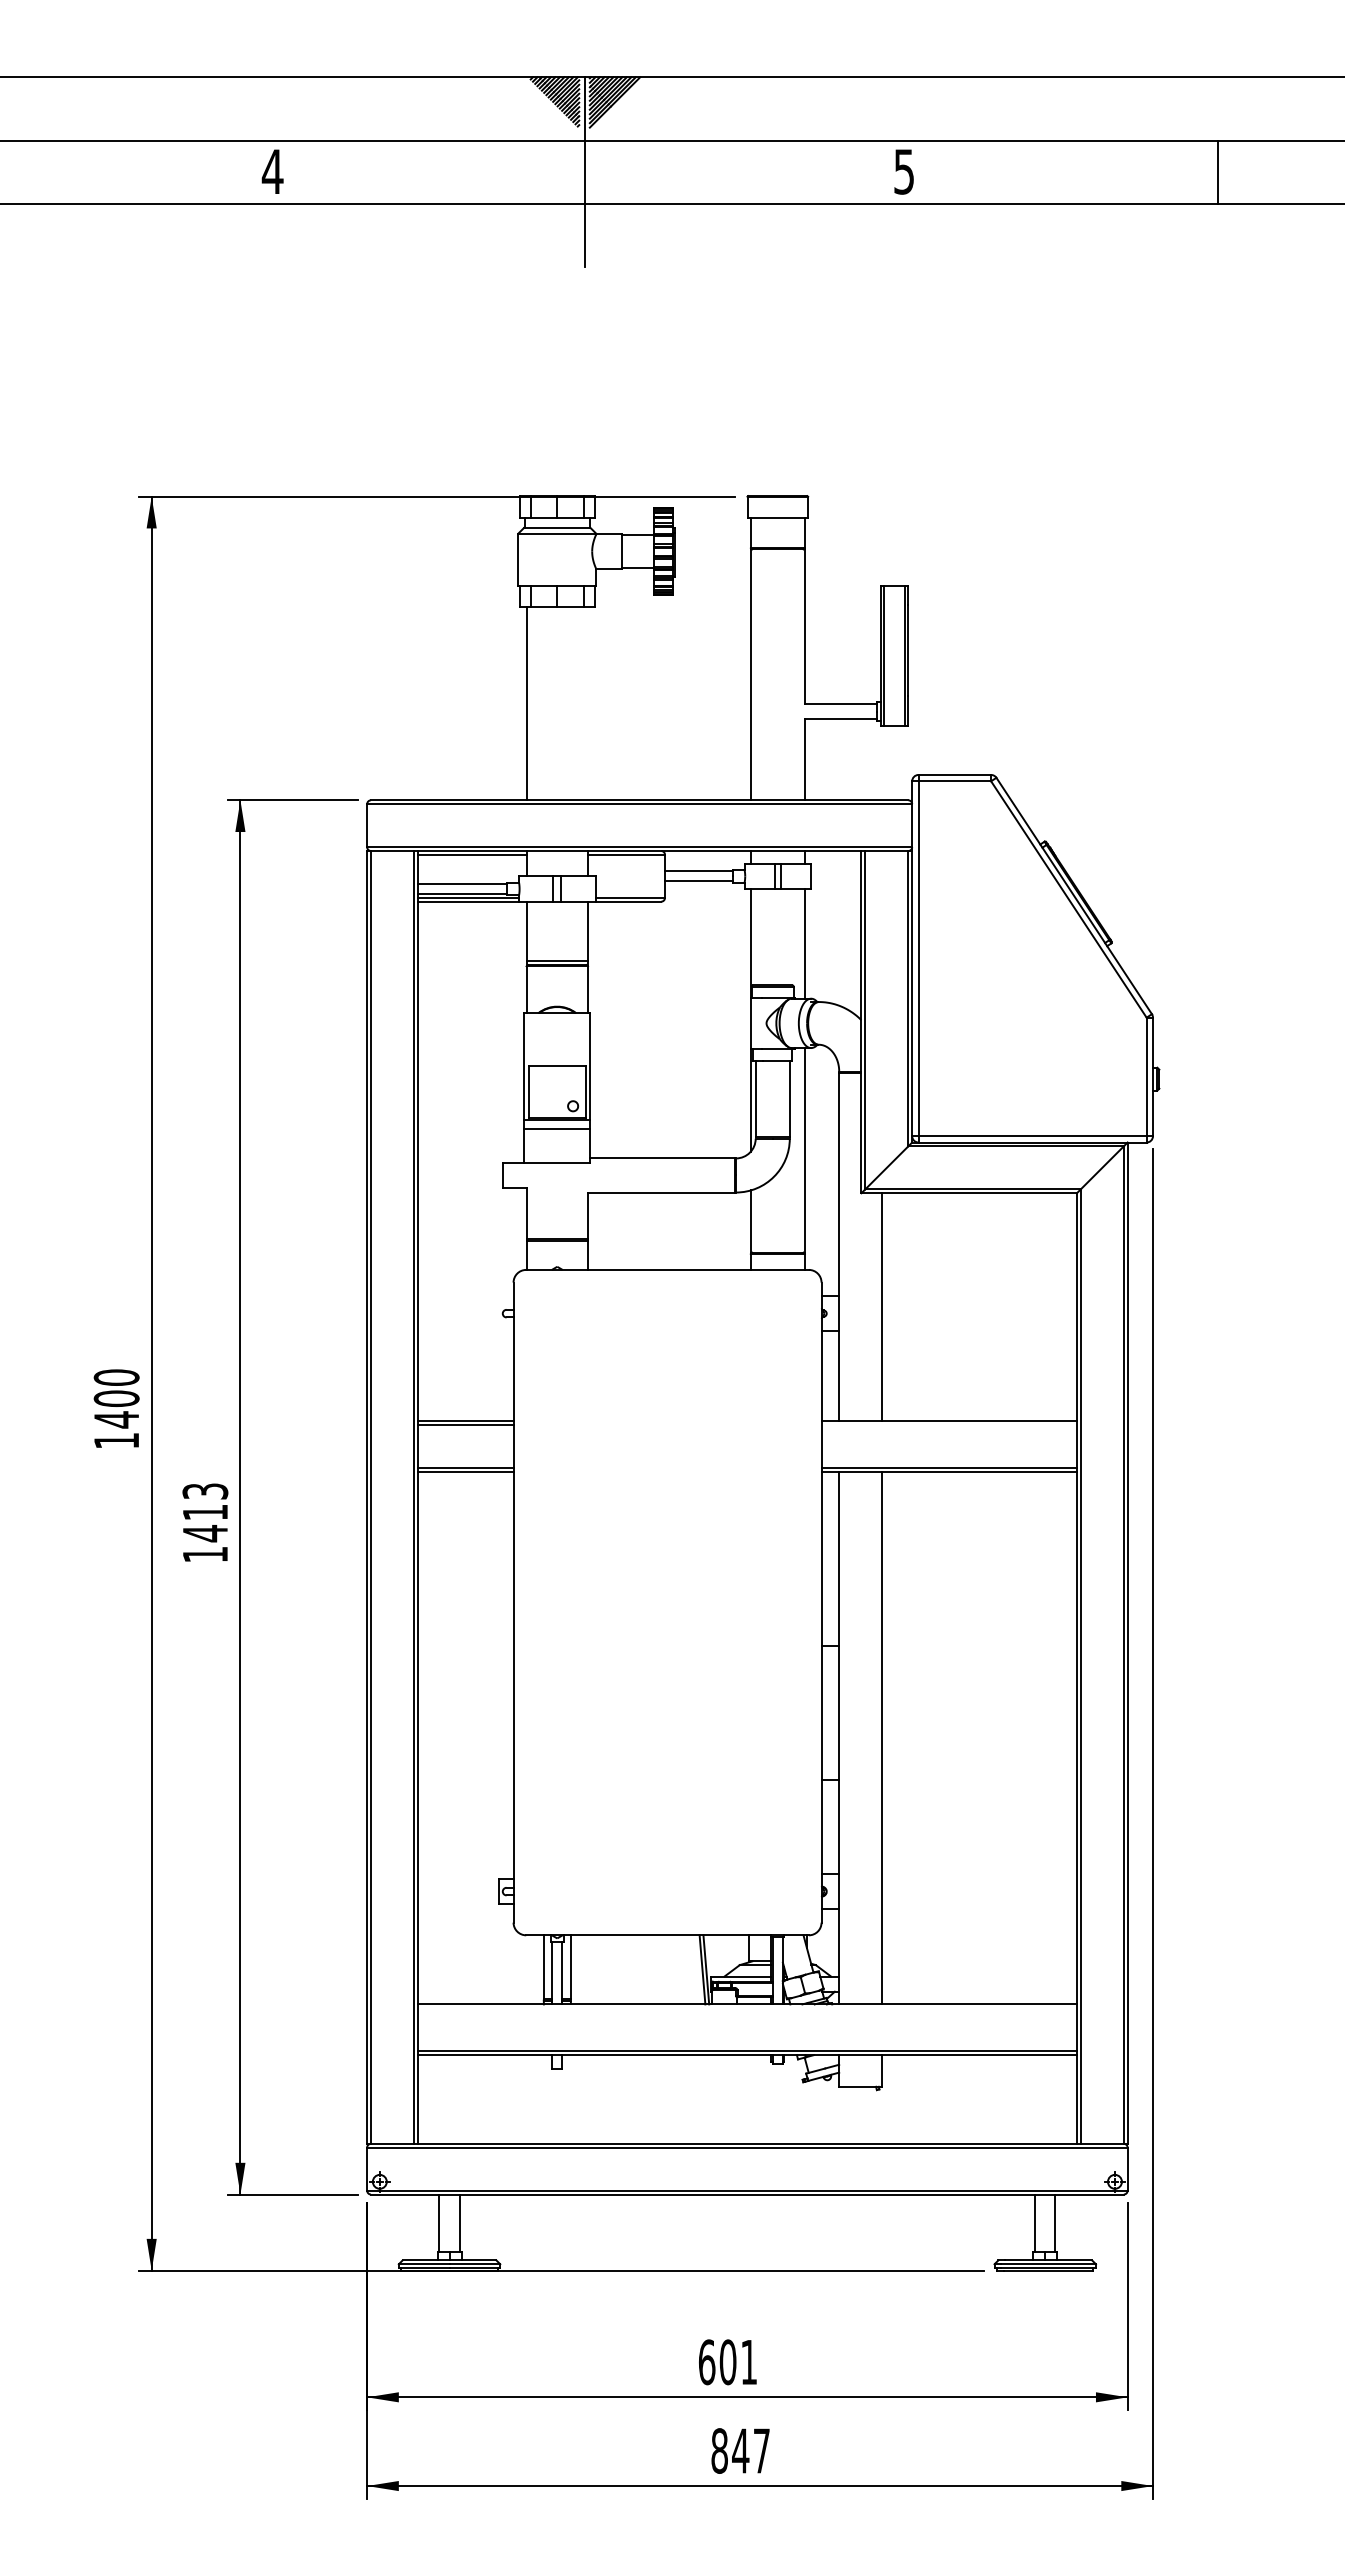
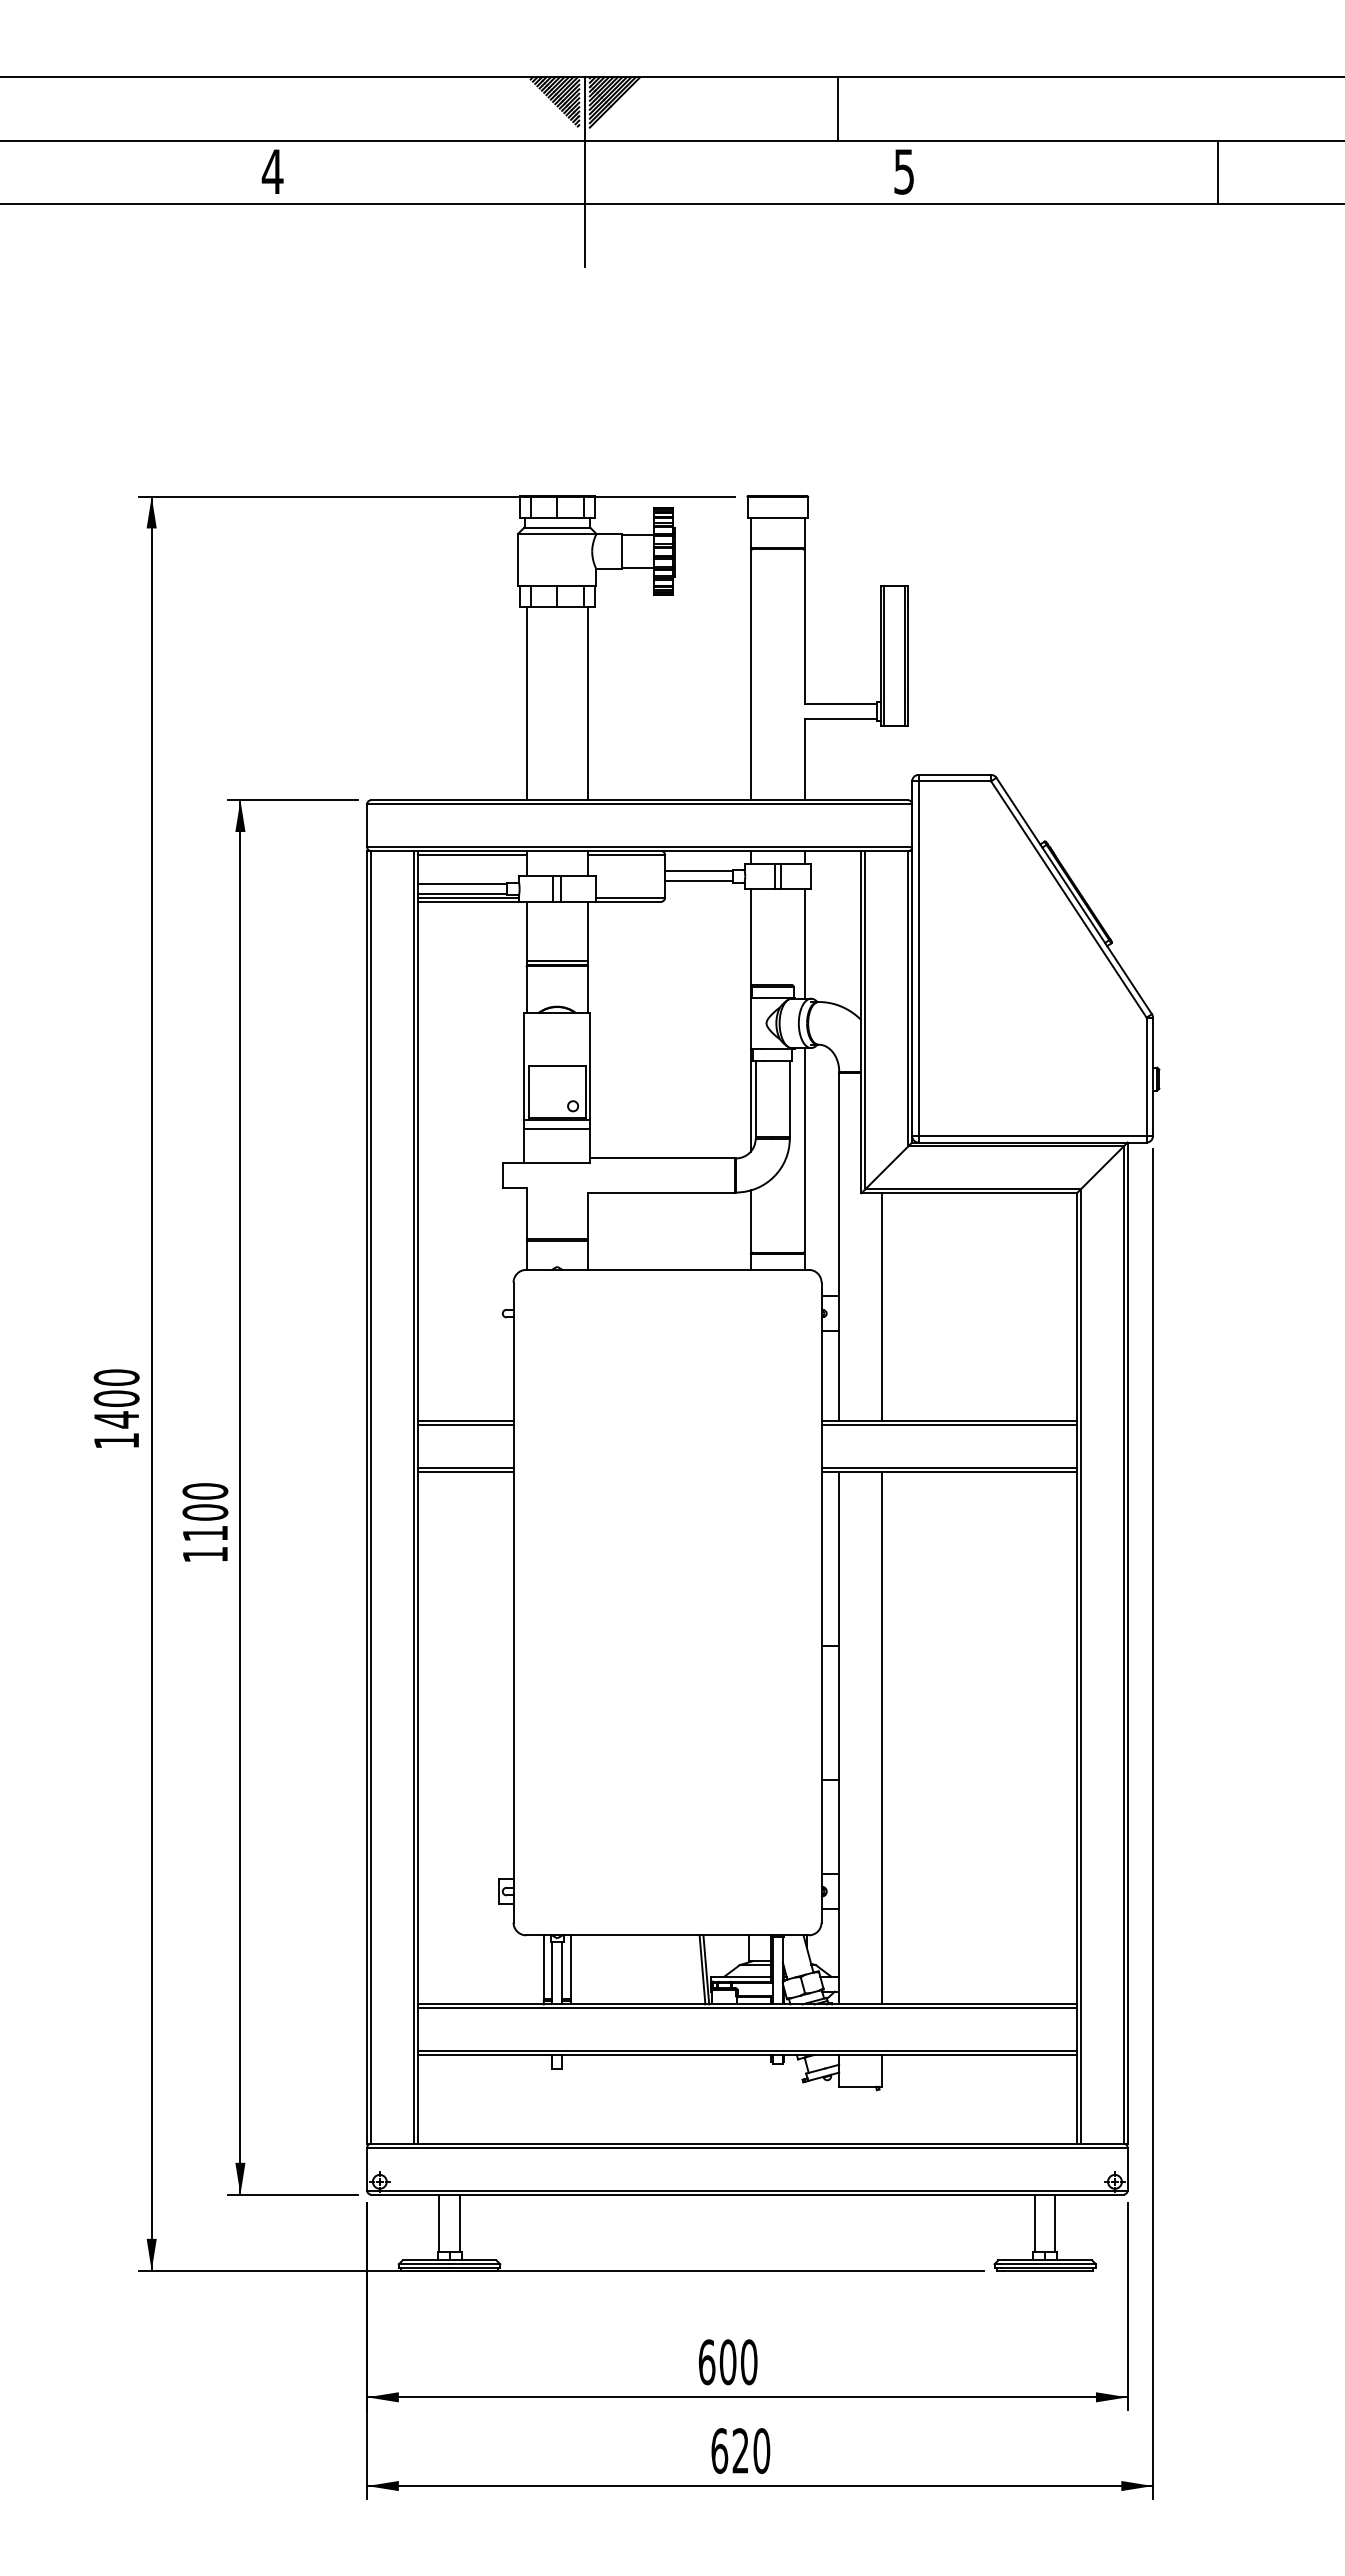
line at (838, 108): none -> present
line at (587, 703): none -> present
line at (948, 1425): none -> present
text at (205, 1512): 1413 -> 1100
line at (746, 2008): none -> present
text at (749, 2362): 601 -> 600
text at (740, 2450): 847 -> 620
